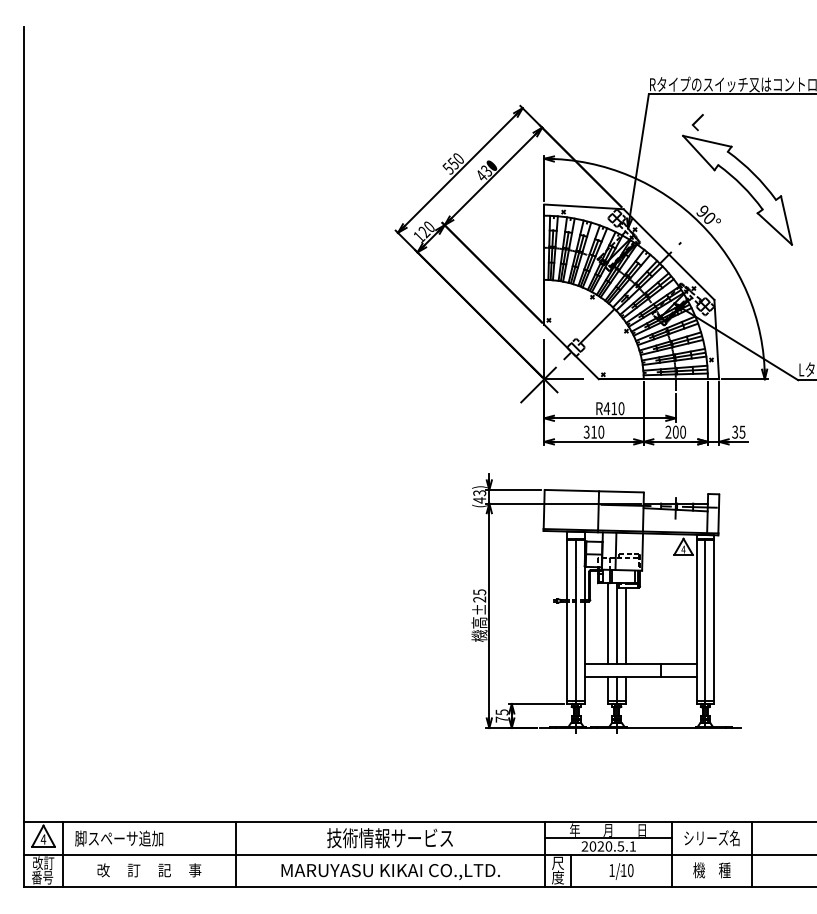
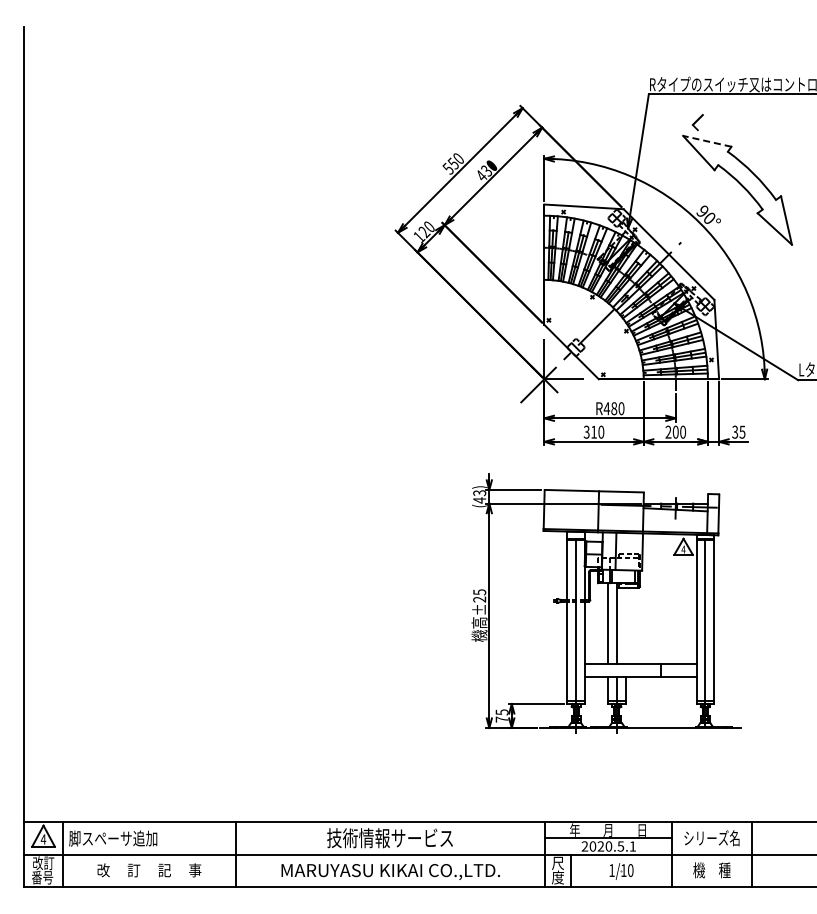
line at (707, 141): solid -> dashed
text at (614, 408): R410 -> R480
line at (625, 625): present -> none
text at (119, 838) position: (119, 838) -> (113, 838)
